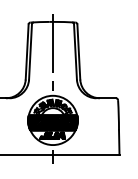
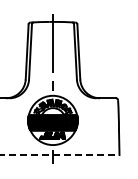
line at (60, 154): solid -> dashed
